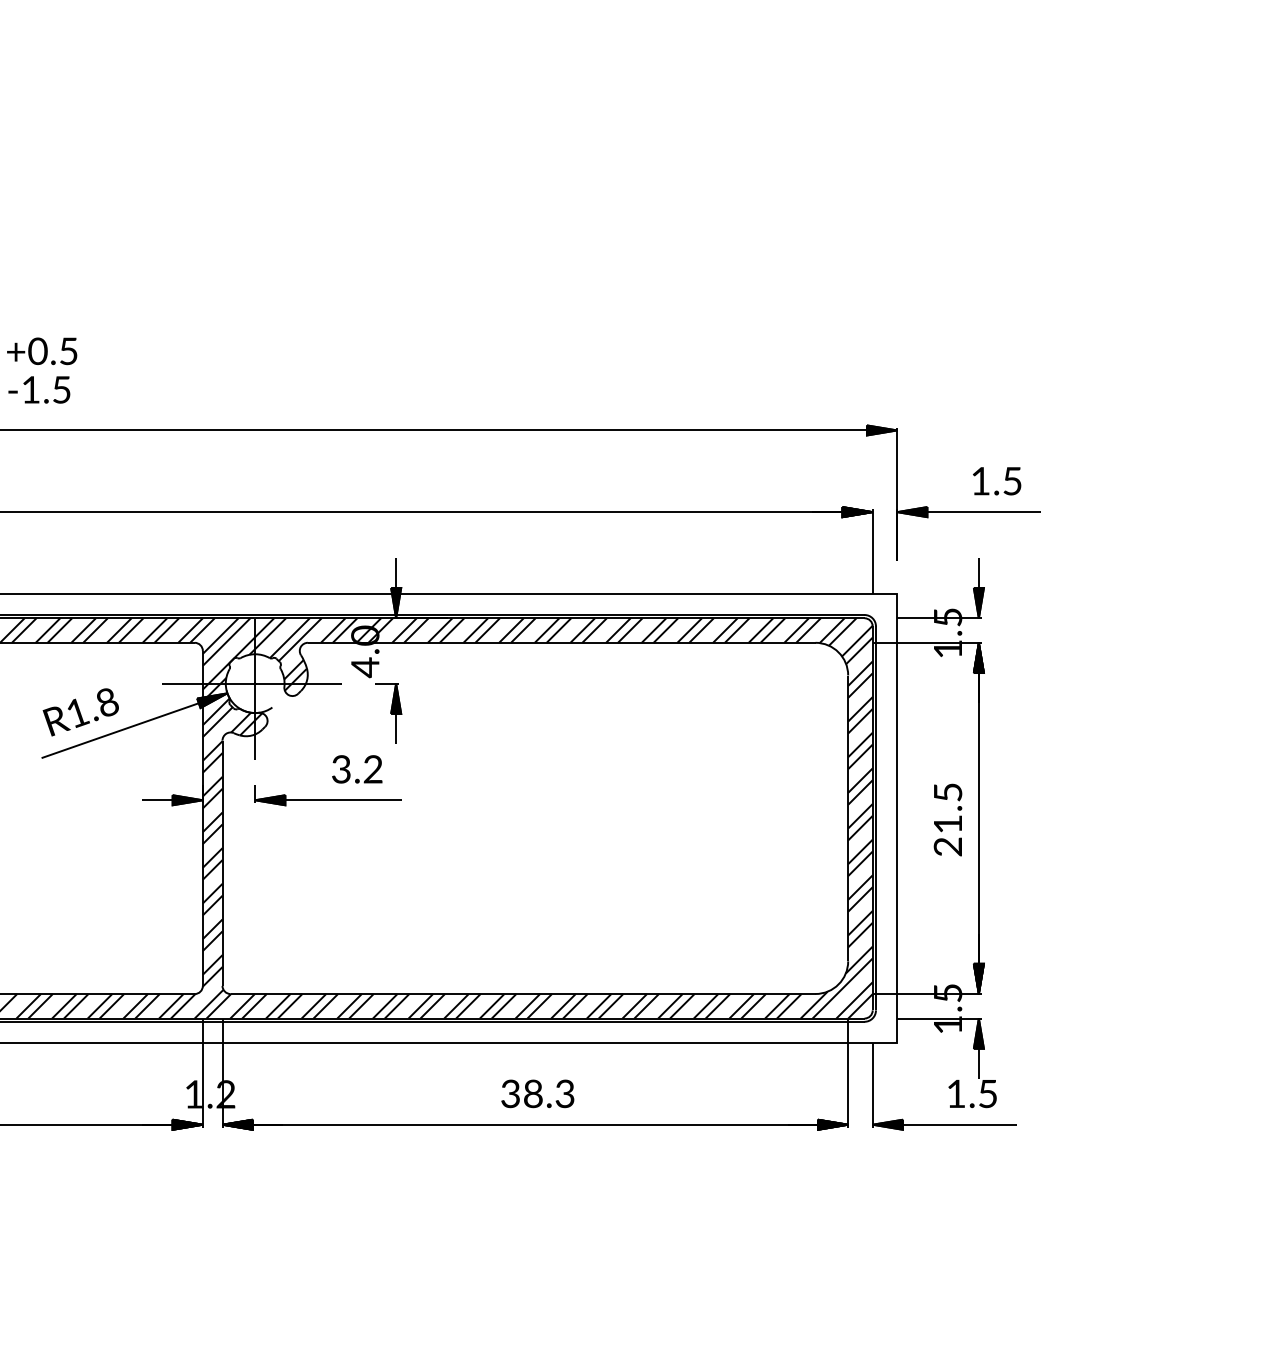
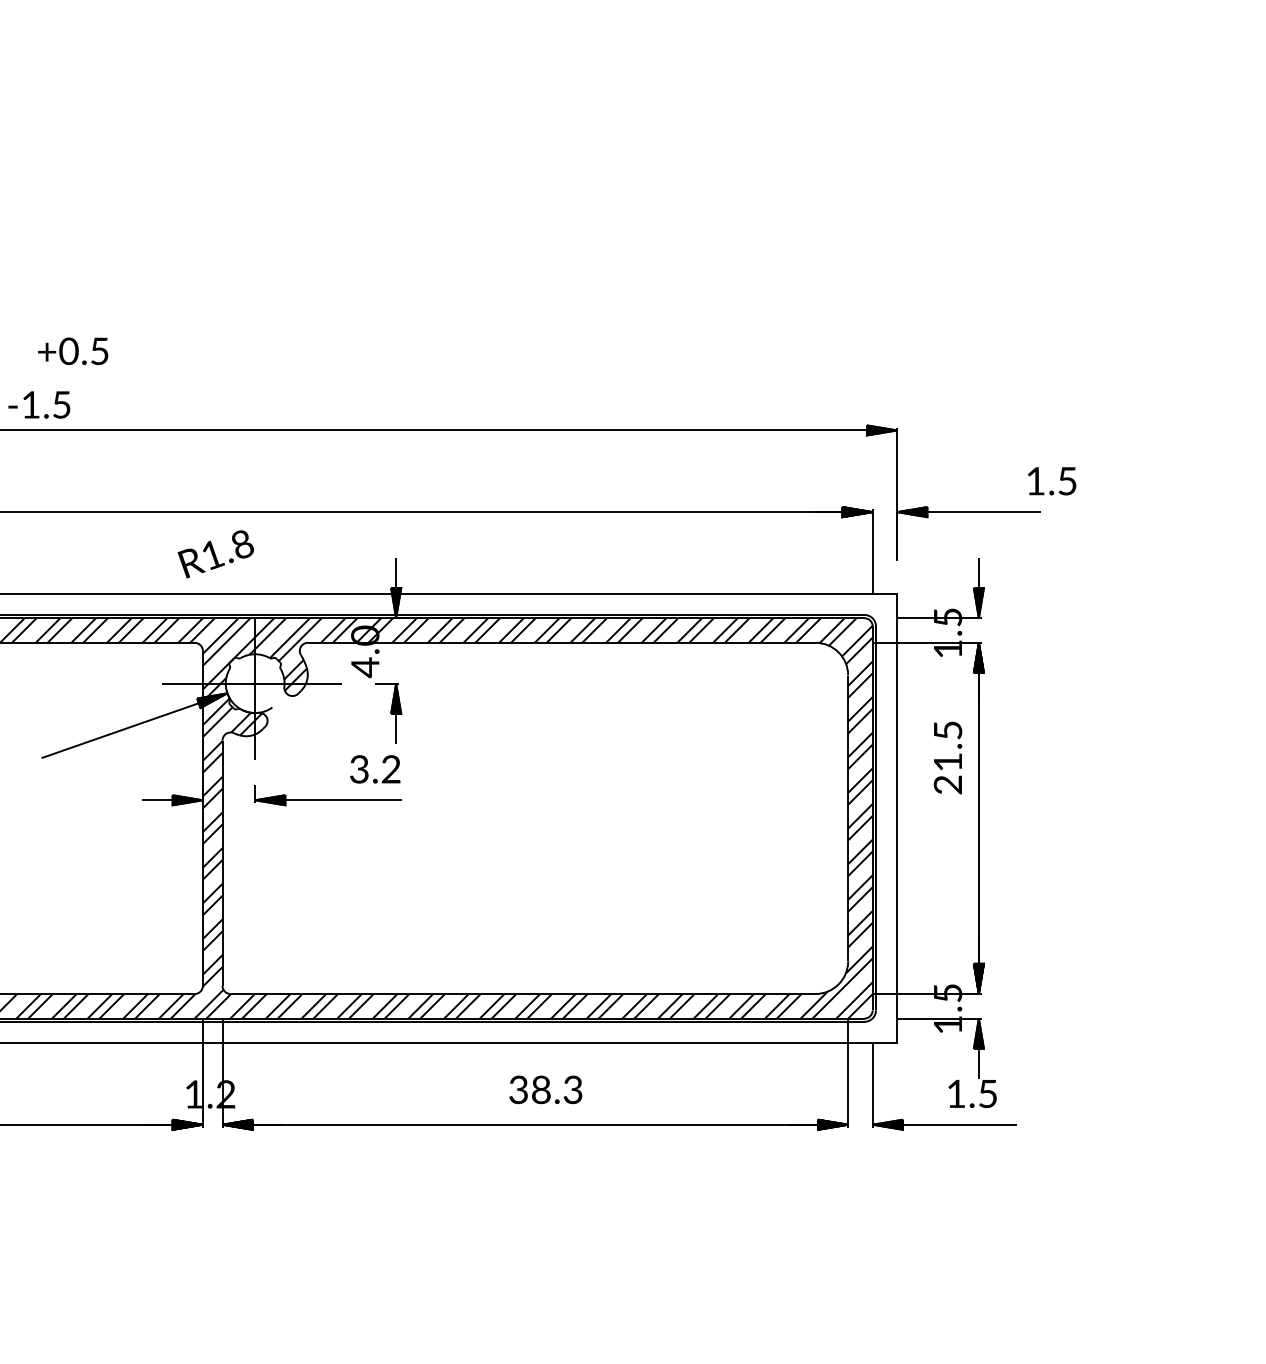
text at (42, 351) position: (42, 351) -> (73, 351)
text at (39, 389) position: (39, 389) -> (39, 404)
text at (997, 481) position: (997, 481) -> (1052, 481)
text at (80, 712) position: (80, 712) -> (215, 554)
text at (357, 769) position: (357, 769) -> (375, 769)
text at (947, 819) position: (947, 819) -> (947, 757)
text at (537, 1093) position: (537, 1093) -> (545, 1089)
